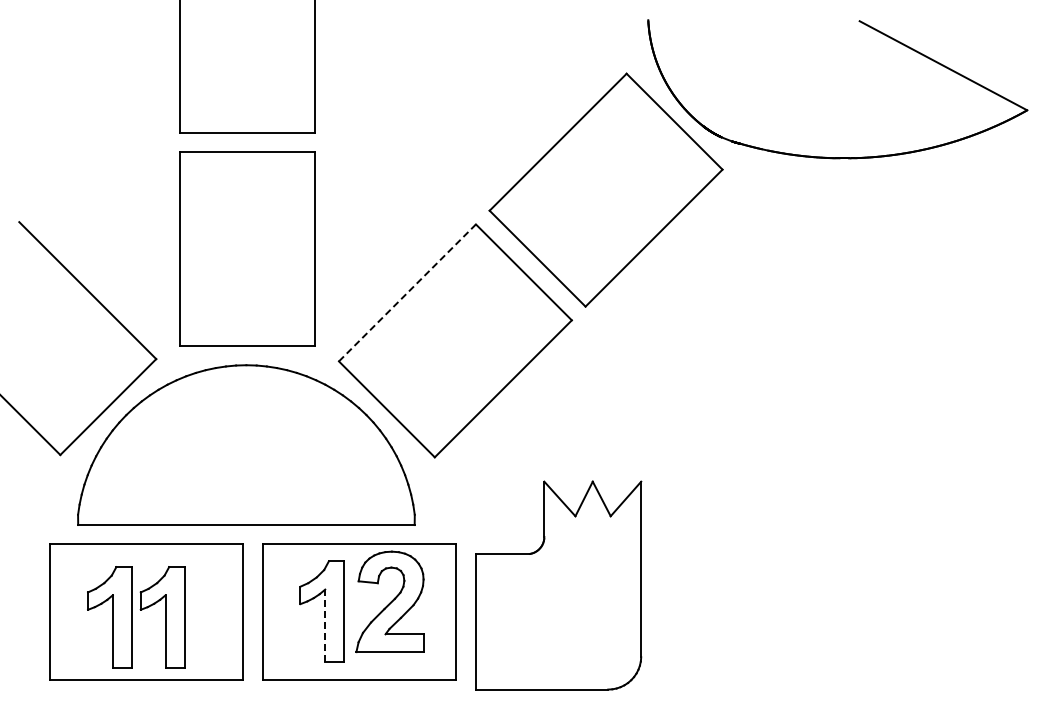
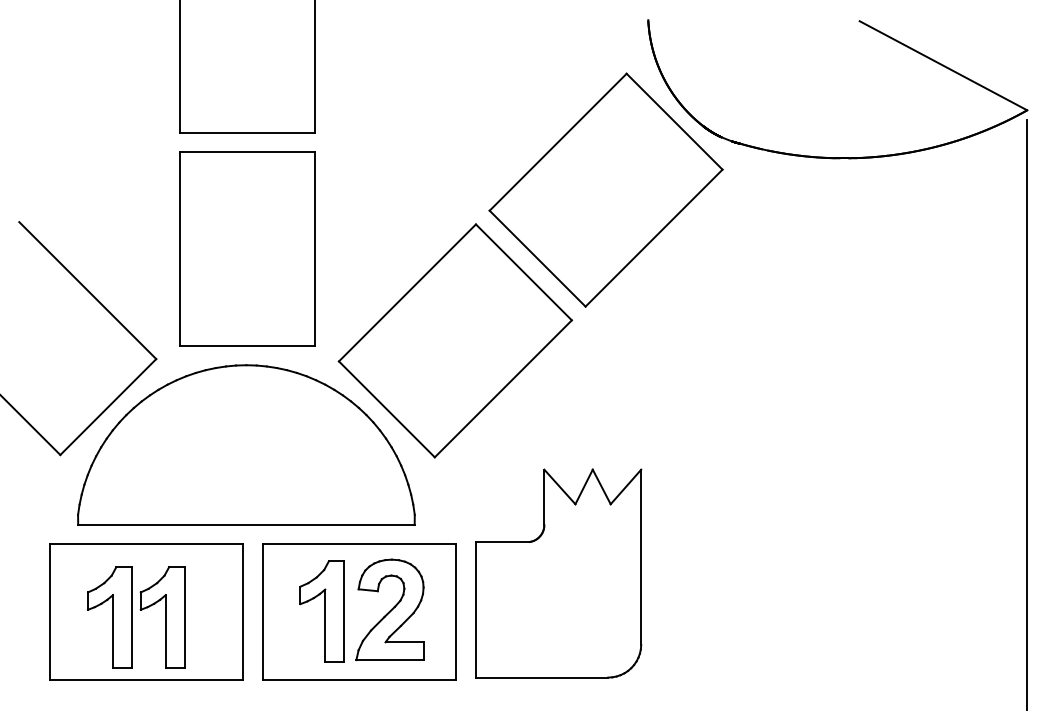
line at (407, 292): dashed -> solid
line at (1027, 413): none -> present
part at (558, 585) position: (558, 585) -> (558, 573)
part at (389, 601) position: (389, 601) -> (389, 609)
line at (325, 625): dashed -> solid
